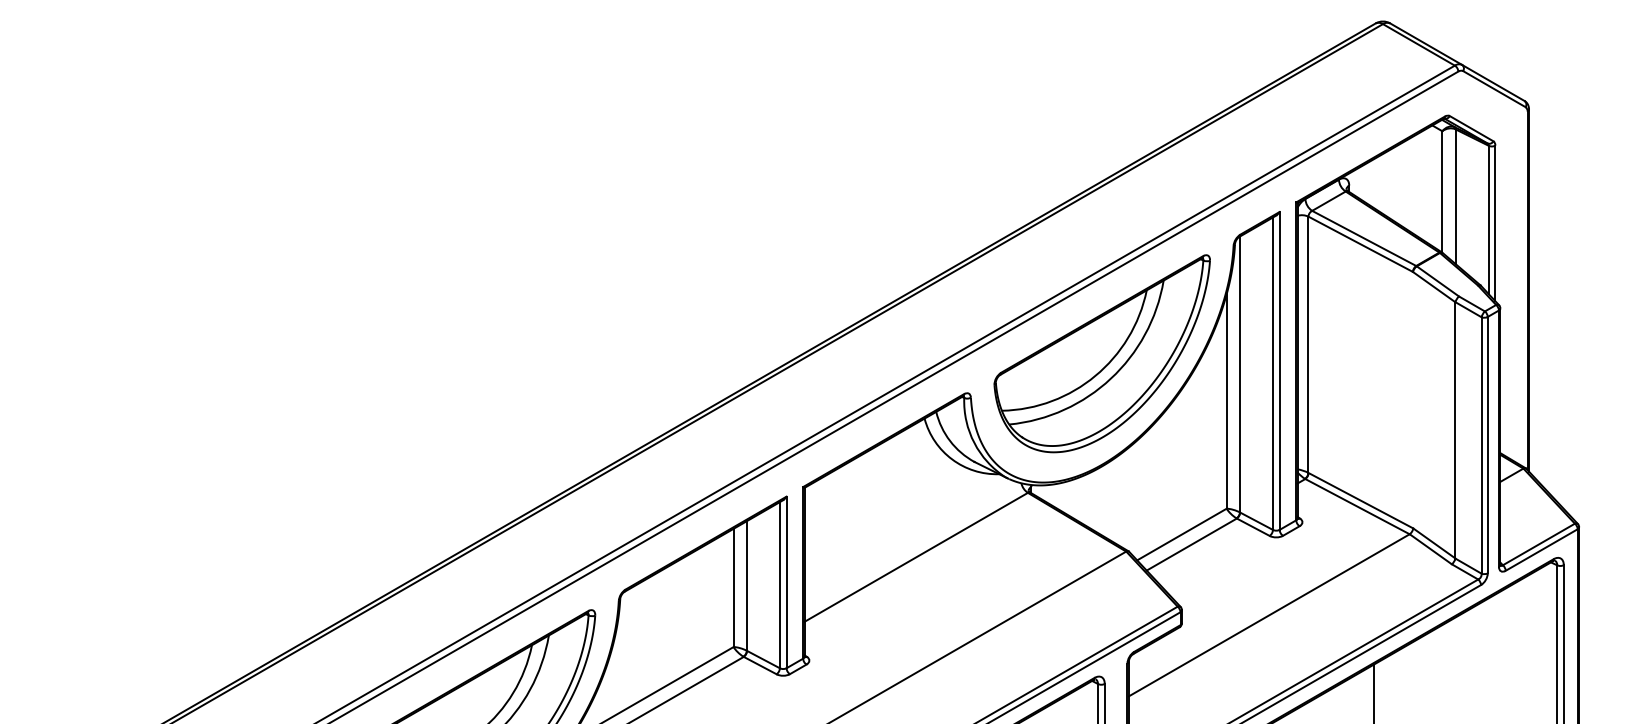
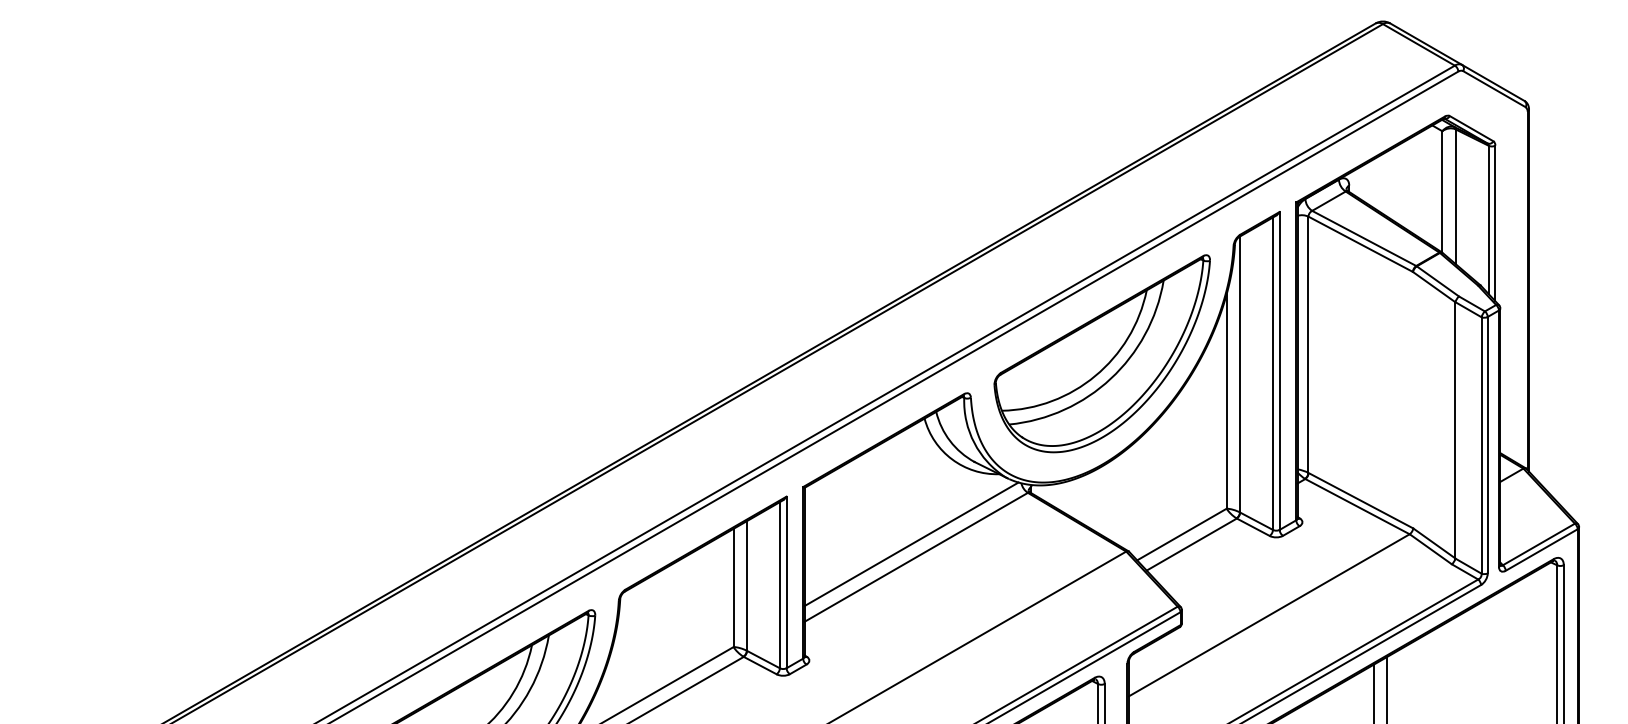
line at (911, 544): none -> present
line at (1387, 688): none -> present
